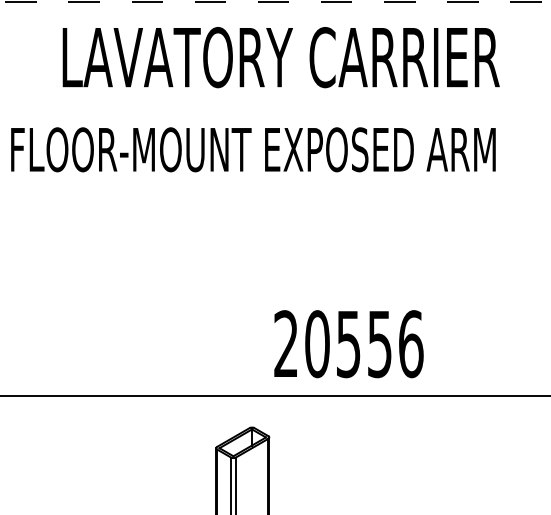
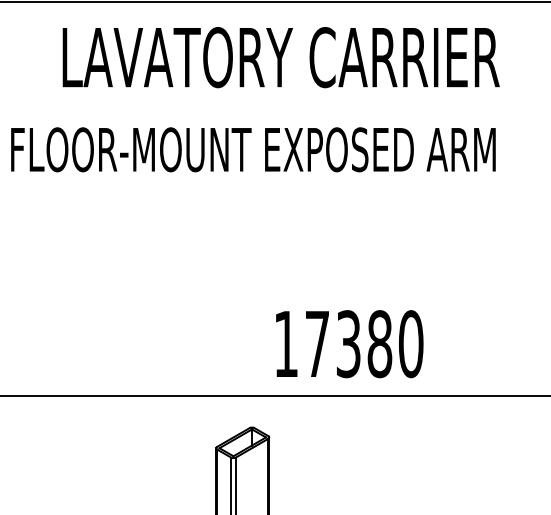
line at (275, 1): dashed -> solid
text at (348, 344): 20556 -> 17380
